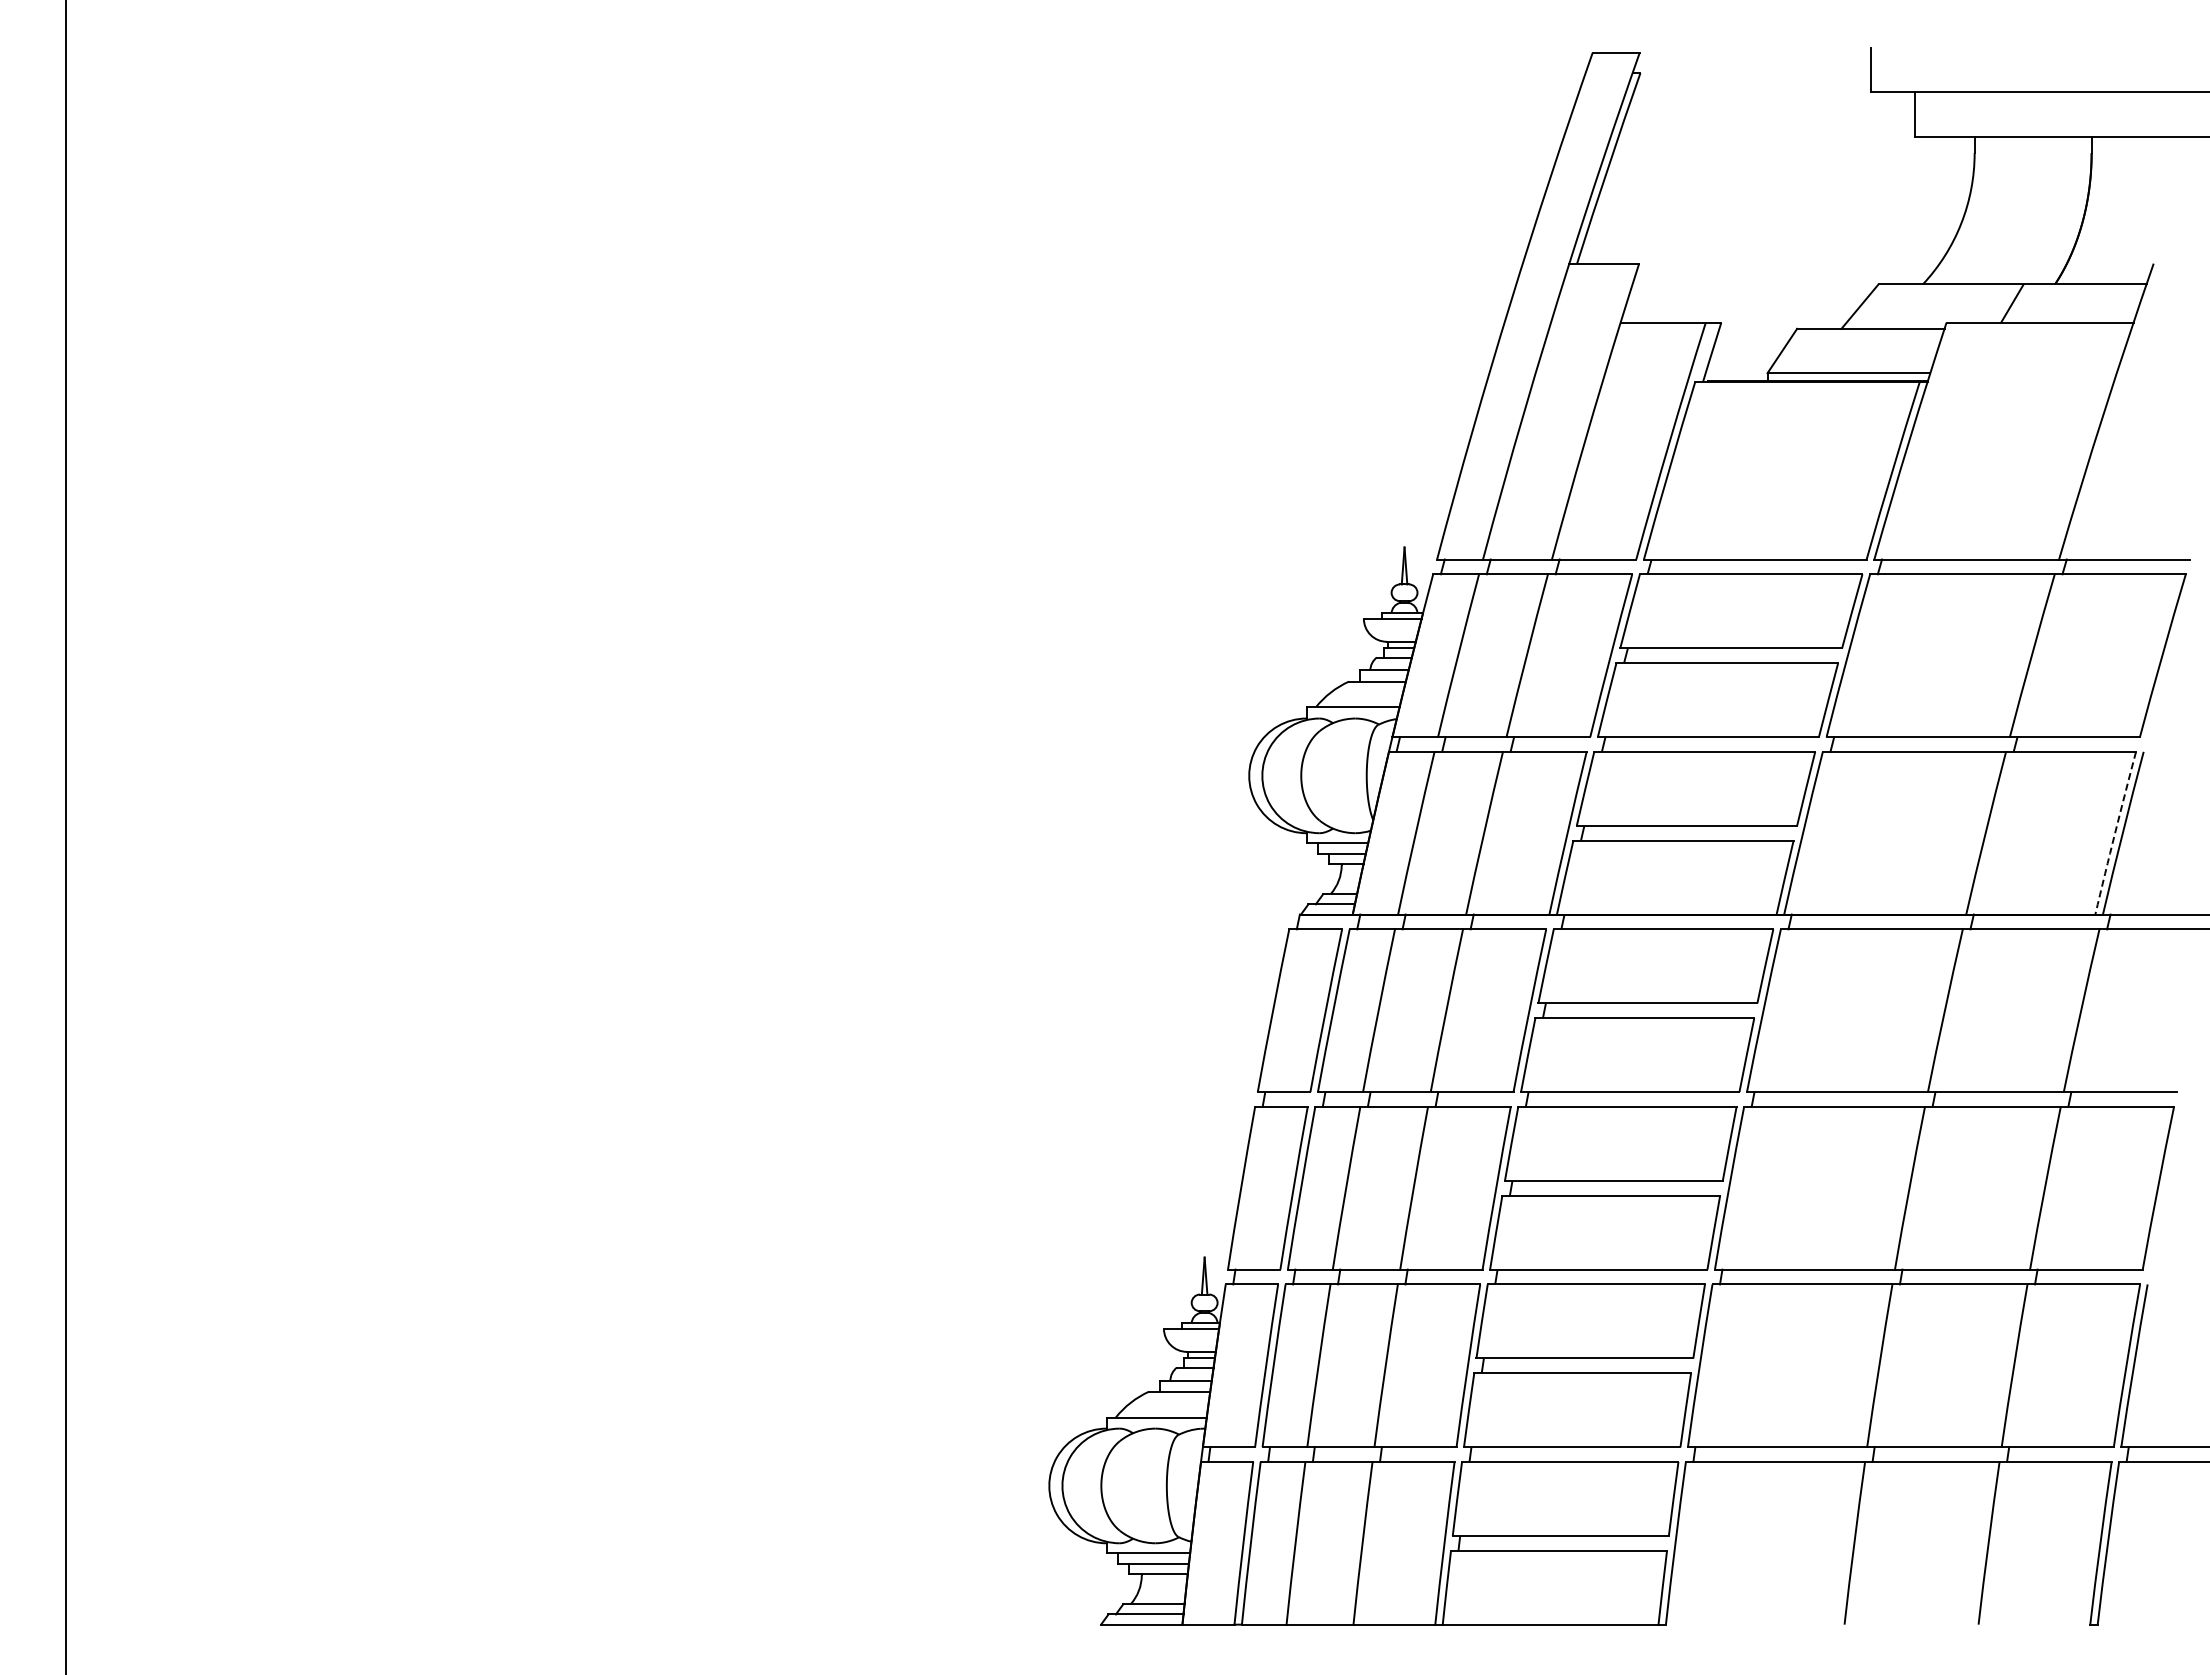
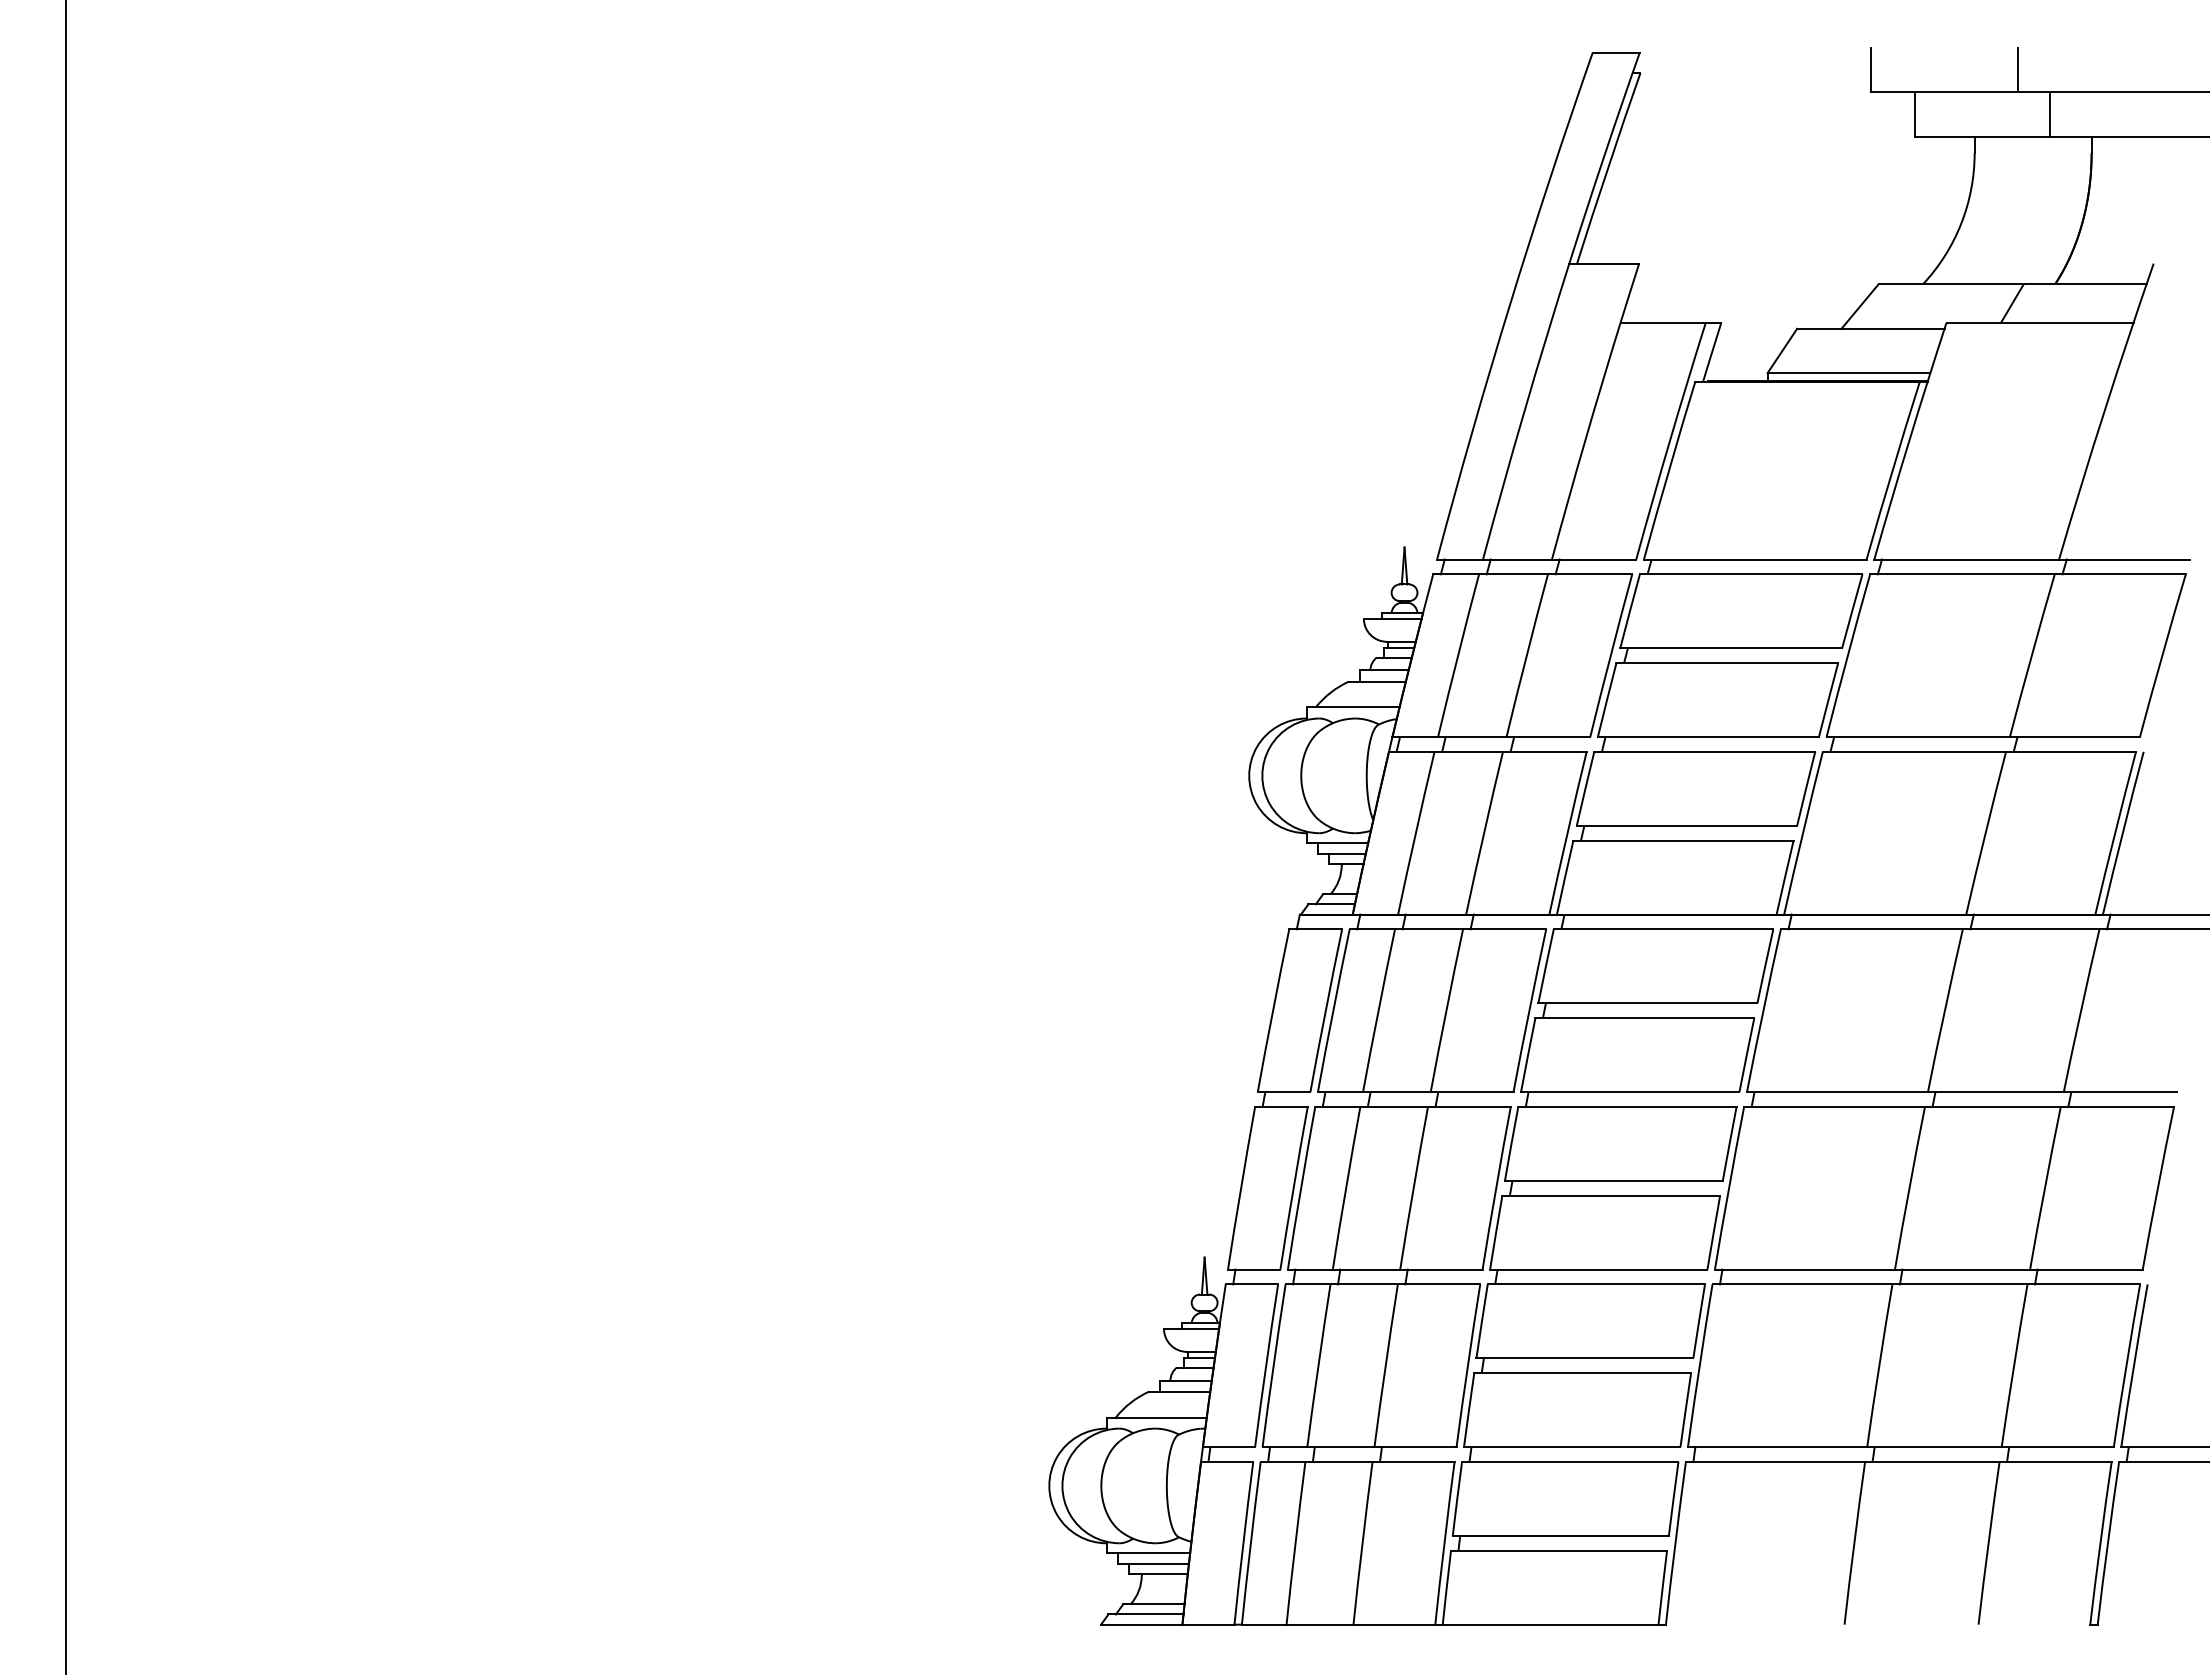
line at (2018, 69): none -> present
line at (2049, 114): none -> present
arc at (2115, 833): dashed -> solid
